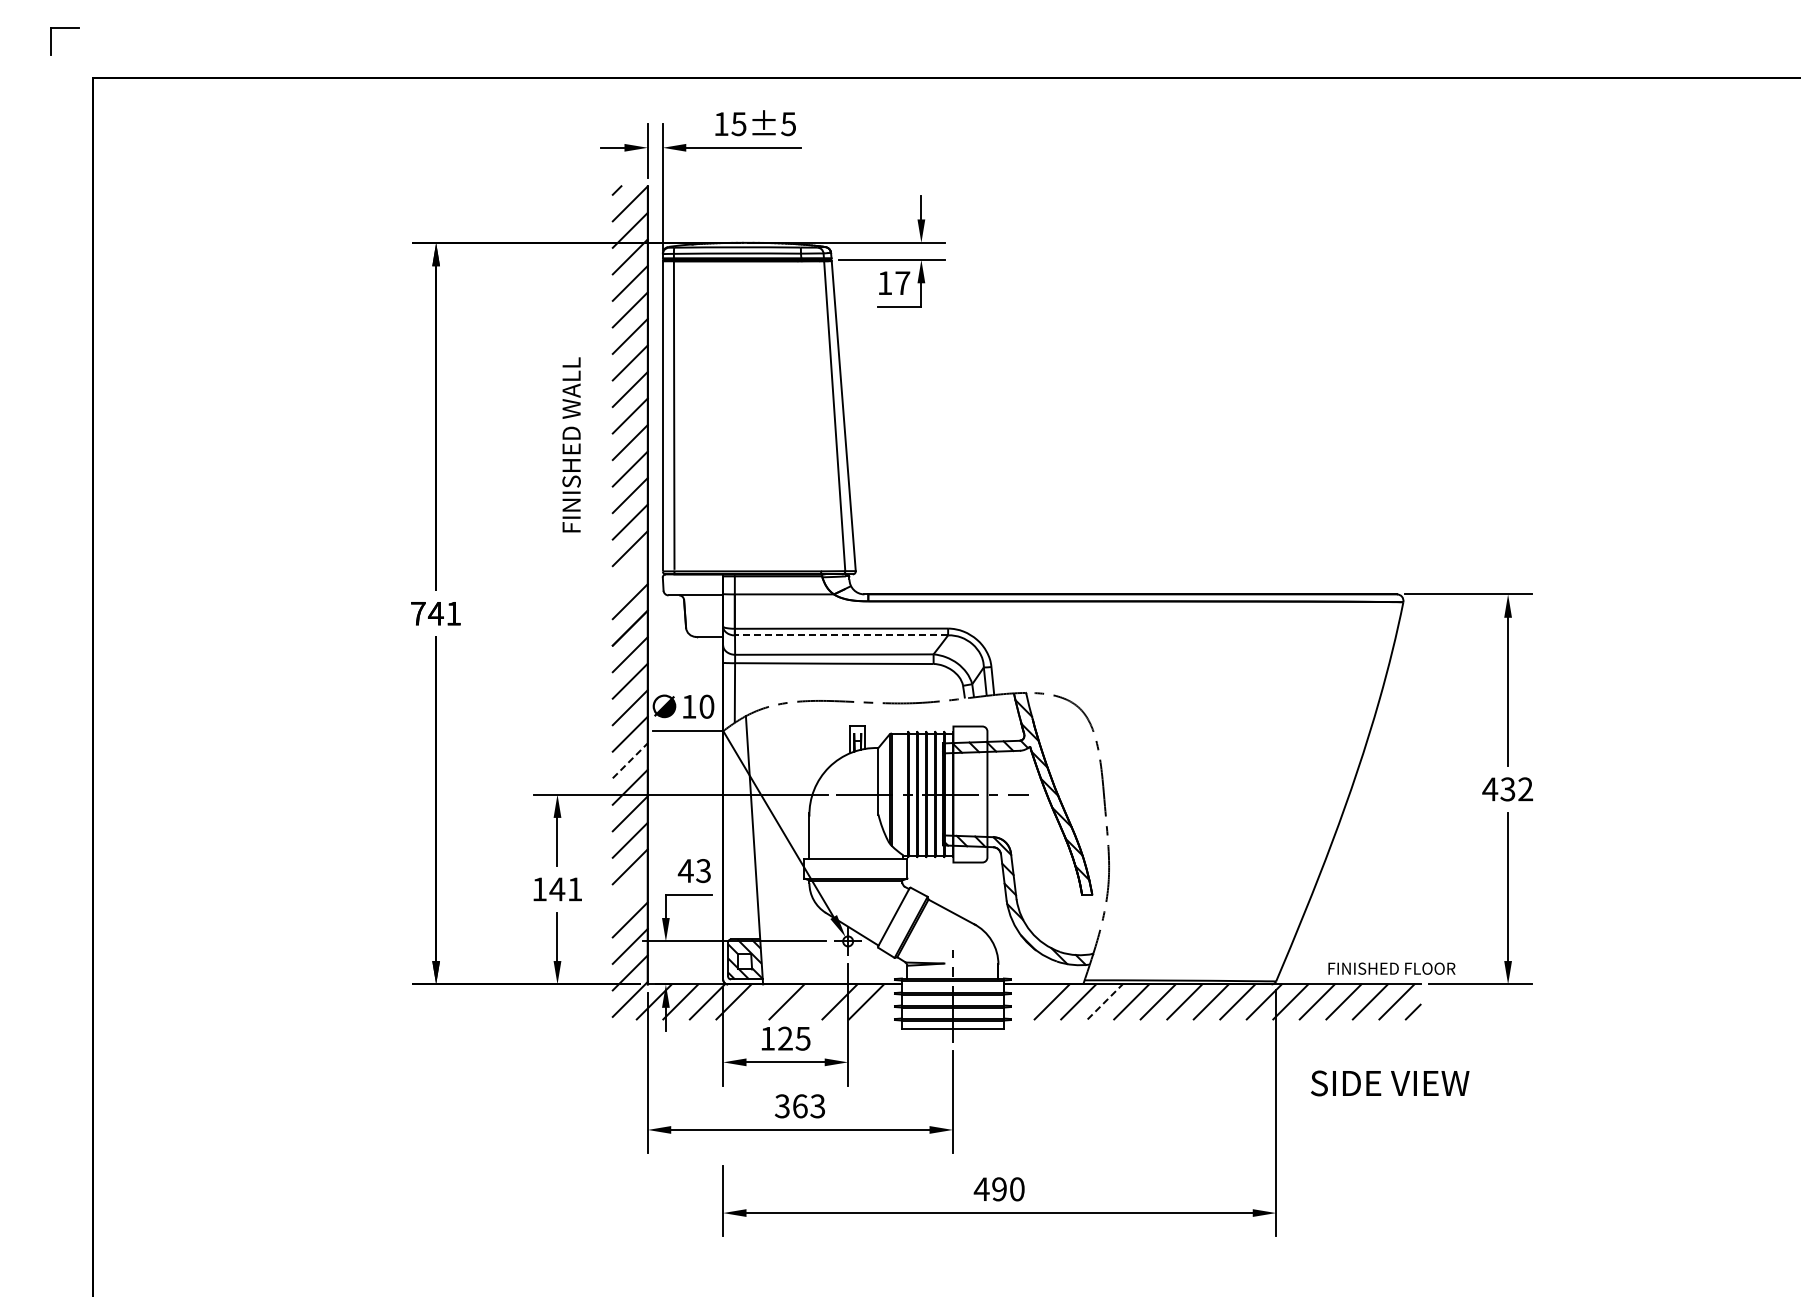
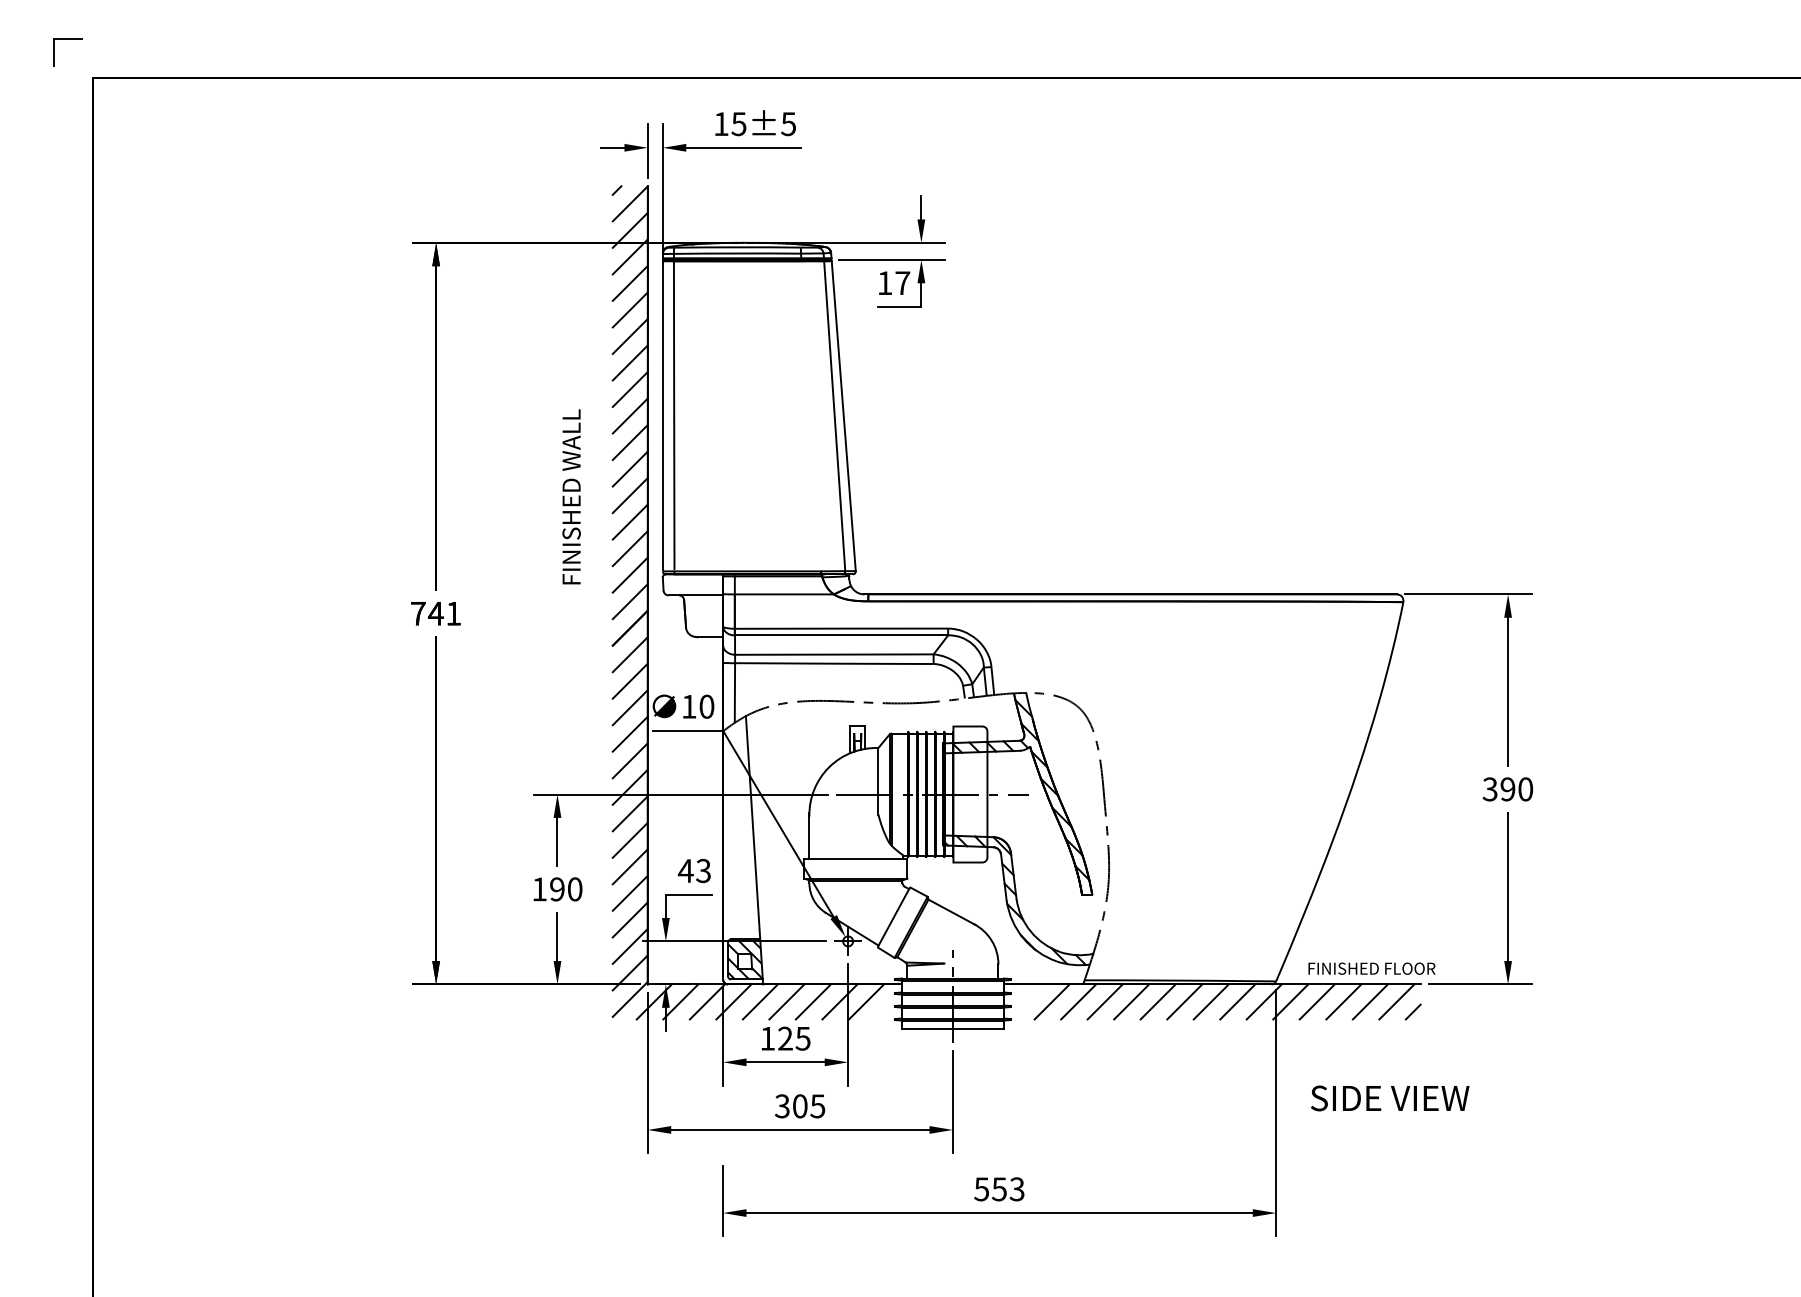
part at (64, 28) position: (64, 28) -> (67, 39)
text at (571, 444) position: (571, 444) -> (571, 496)
line at (629, 574): none -> present
line at (841, 635): dashed -> solid
line at (630, 760): dashed -> solid
text at (1507, 789): 432 -> 390
text at (565, 889): 141 -> 190
line at (629, 892): none -> present
text at (1391, 968) position: (1391, 968) -> (1371, 968)
line at (759, 1001): none -> present
line at (812, 1001): none -> present
line at (1105, 1001): dashed -> solid
text at (1390, 1083) position: (1390, 1083) -> (1390, 1098)
text at (809, 1106): 363 -> 305
text at (998, 1189): 490 -> 553
